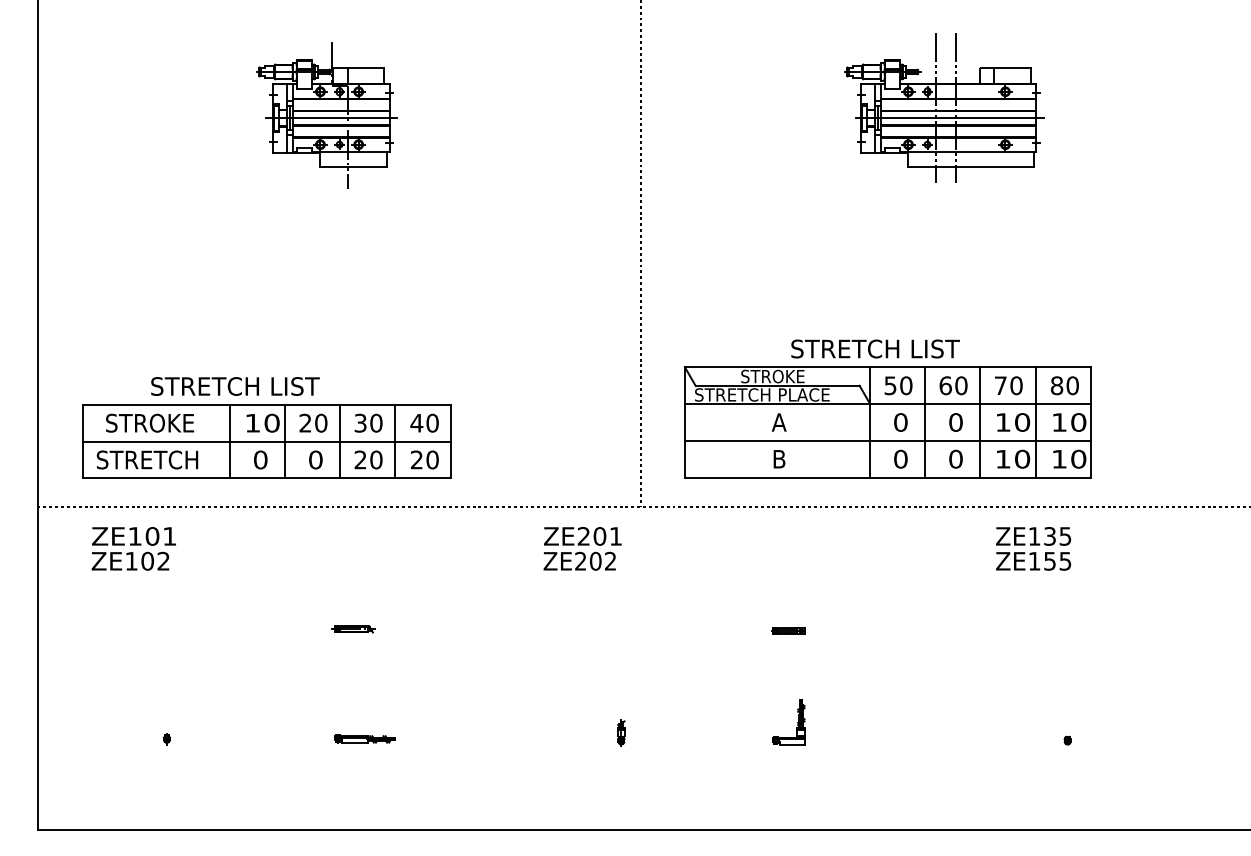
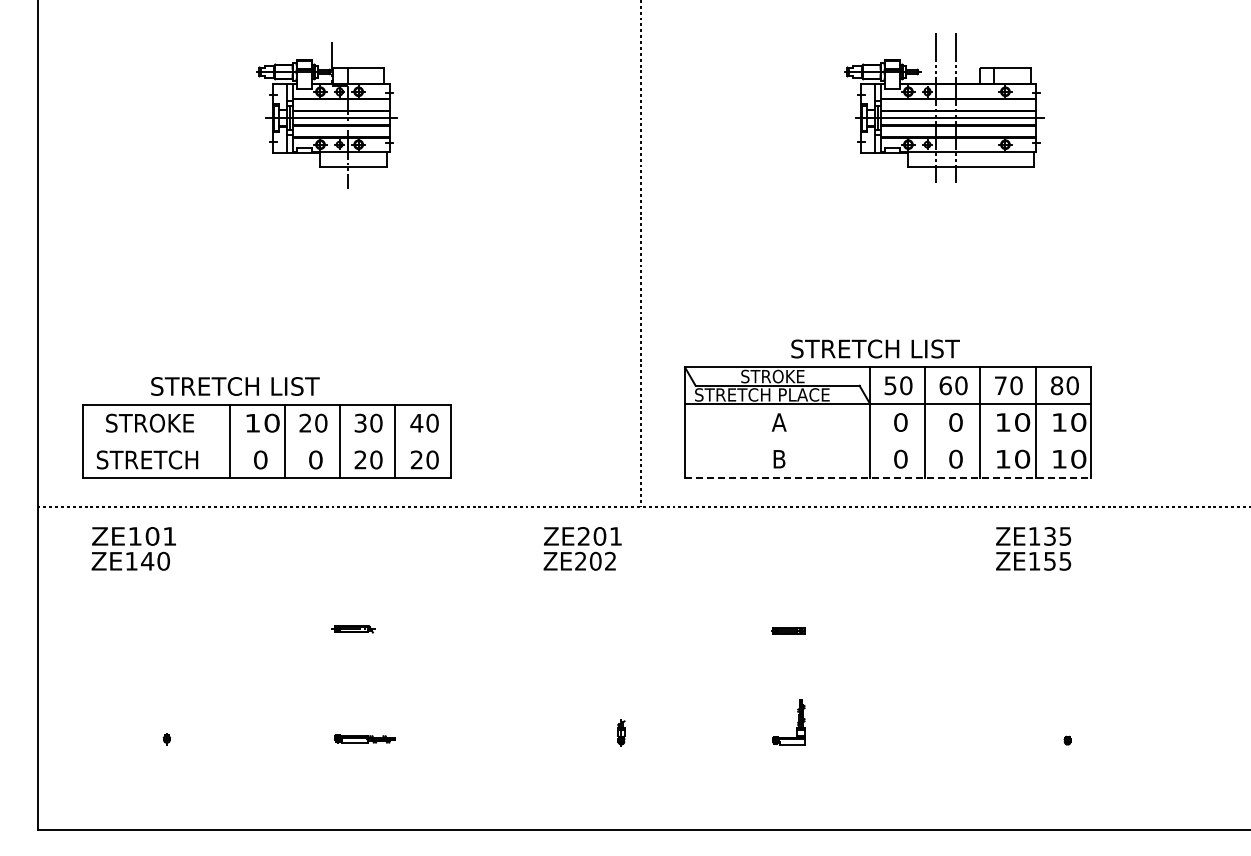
line at (887, 440): present -> none
line at (266, 441): present -> none
line at (887, 477): solid -> dashed
text at (155, 560): ZE102 -> ZE140
